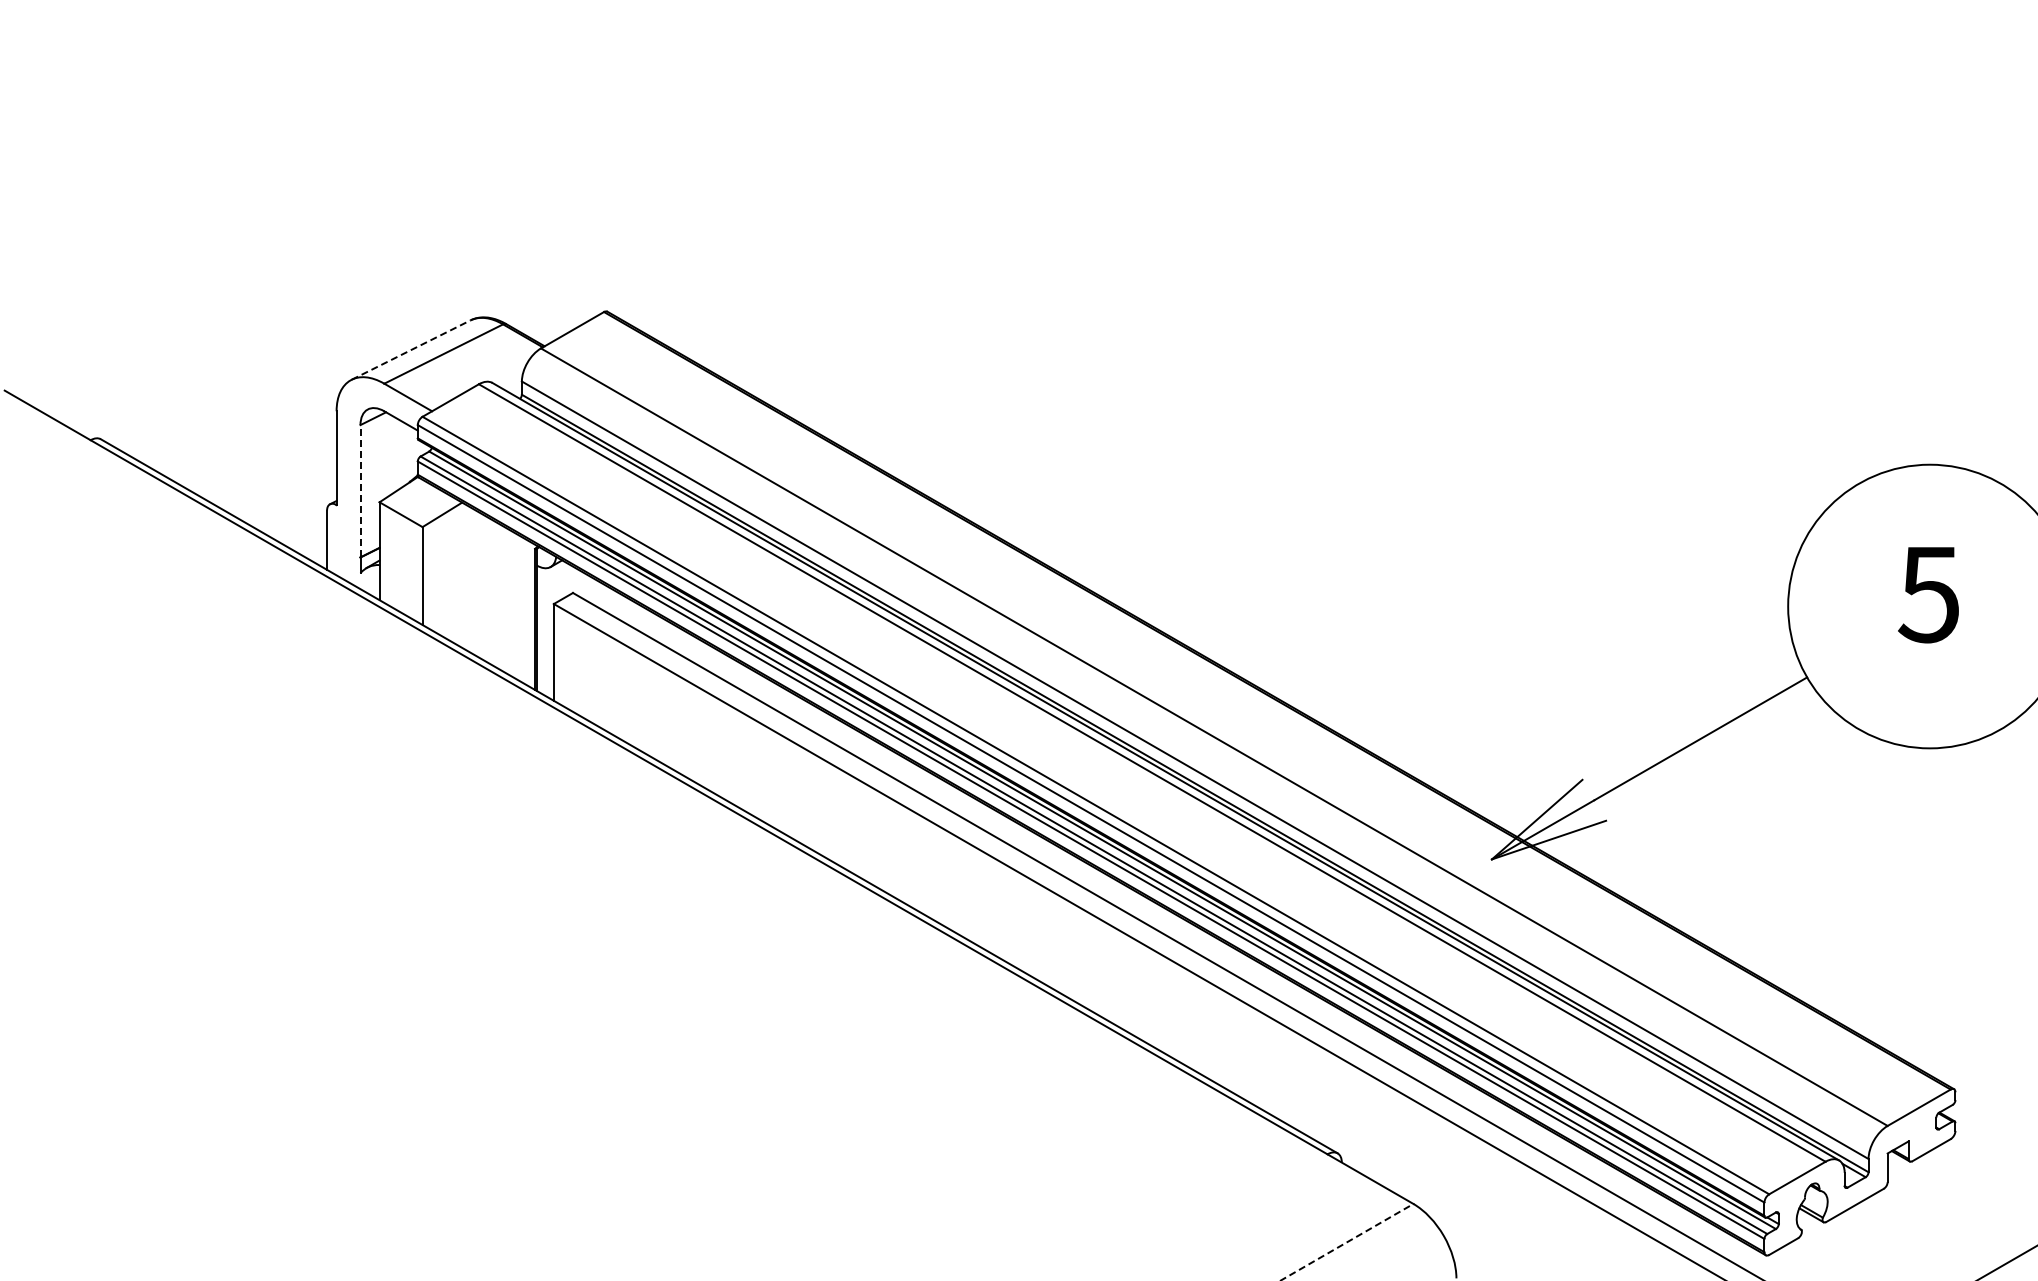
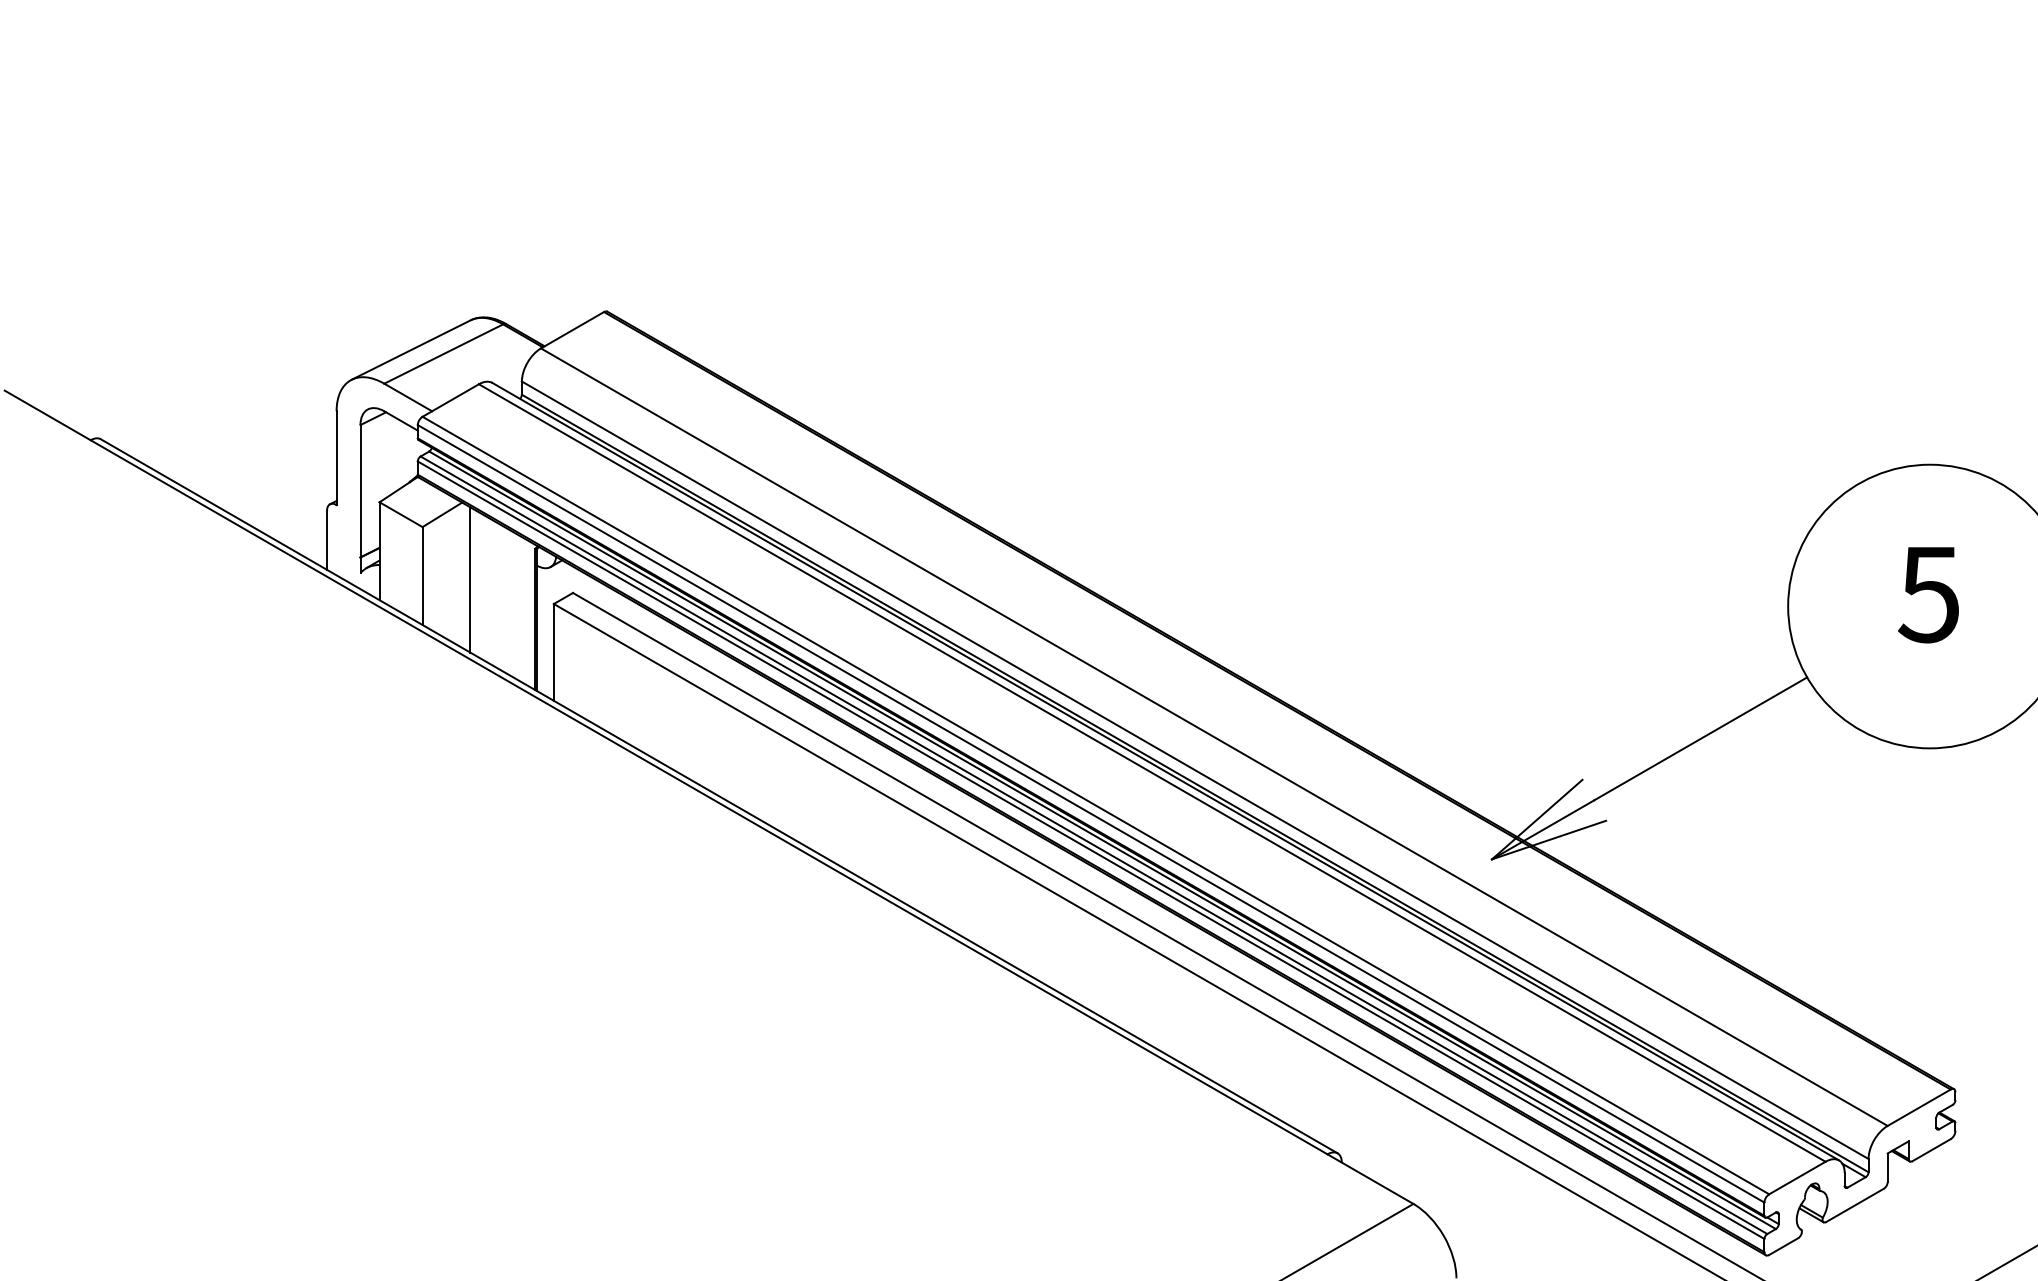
line at (411, 349): dashed -> solid
line at (360, 490): dashed -> solid
line at (470, 579): none -> present
line at (1346, 1242): dashed -> solid
